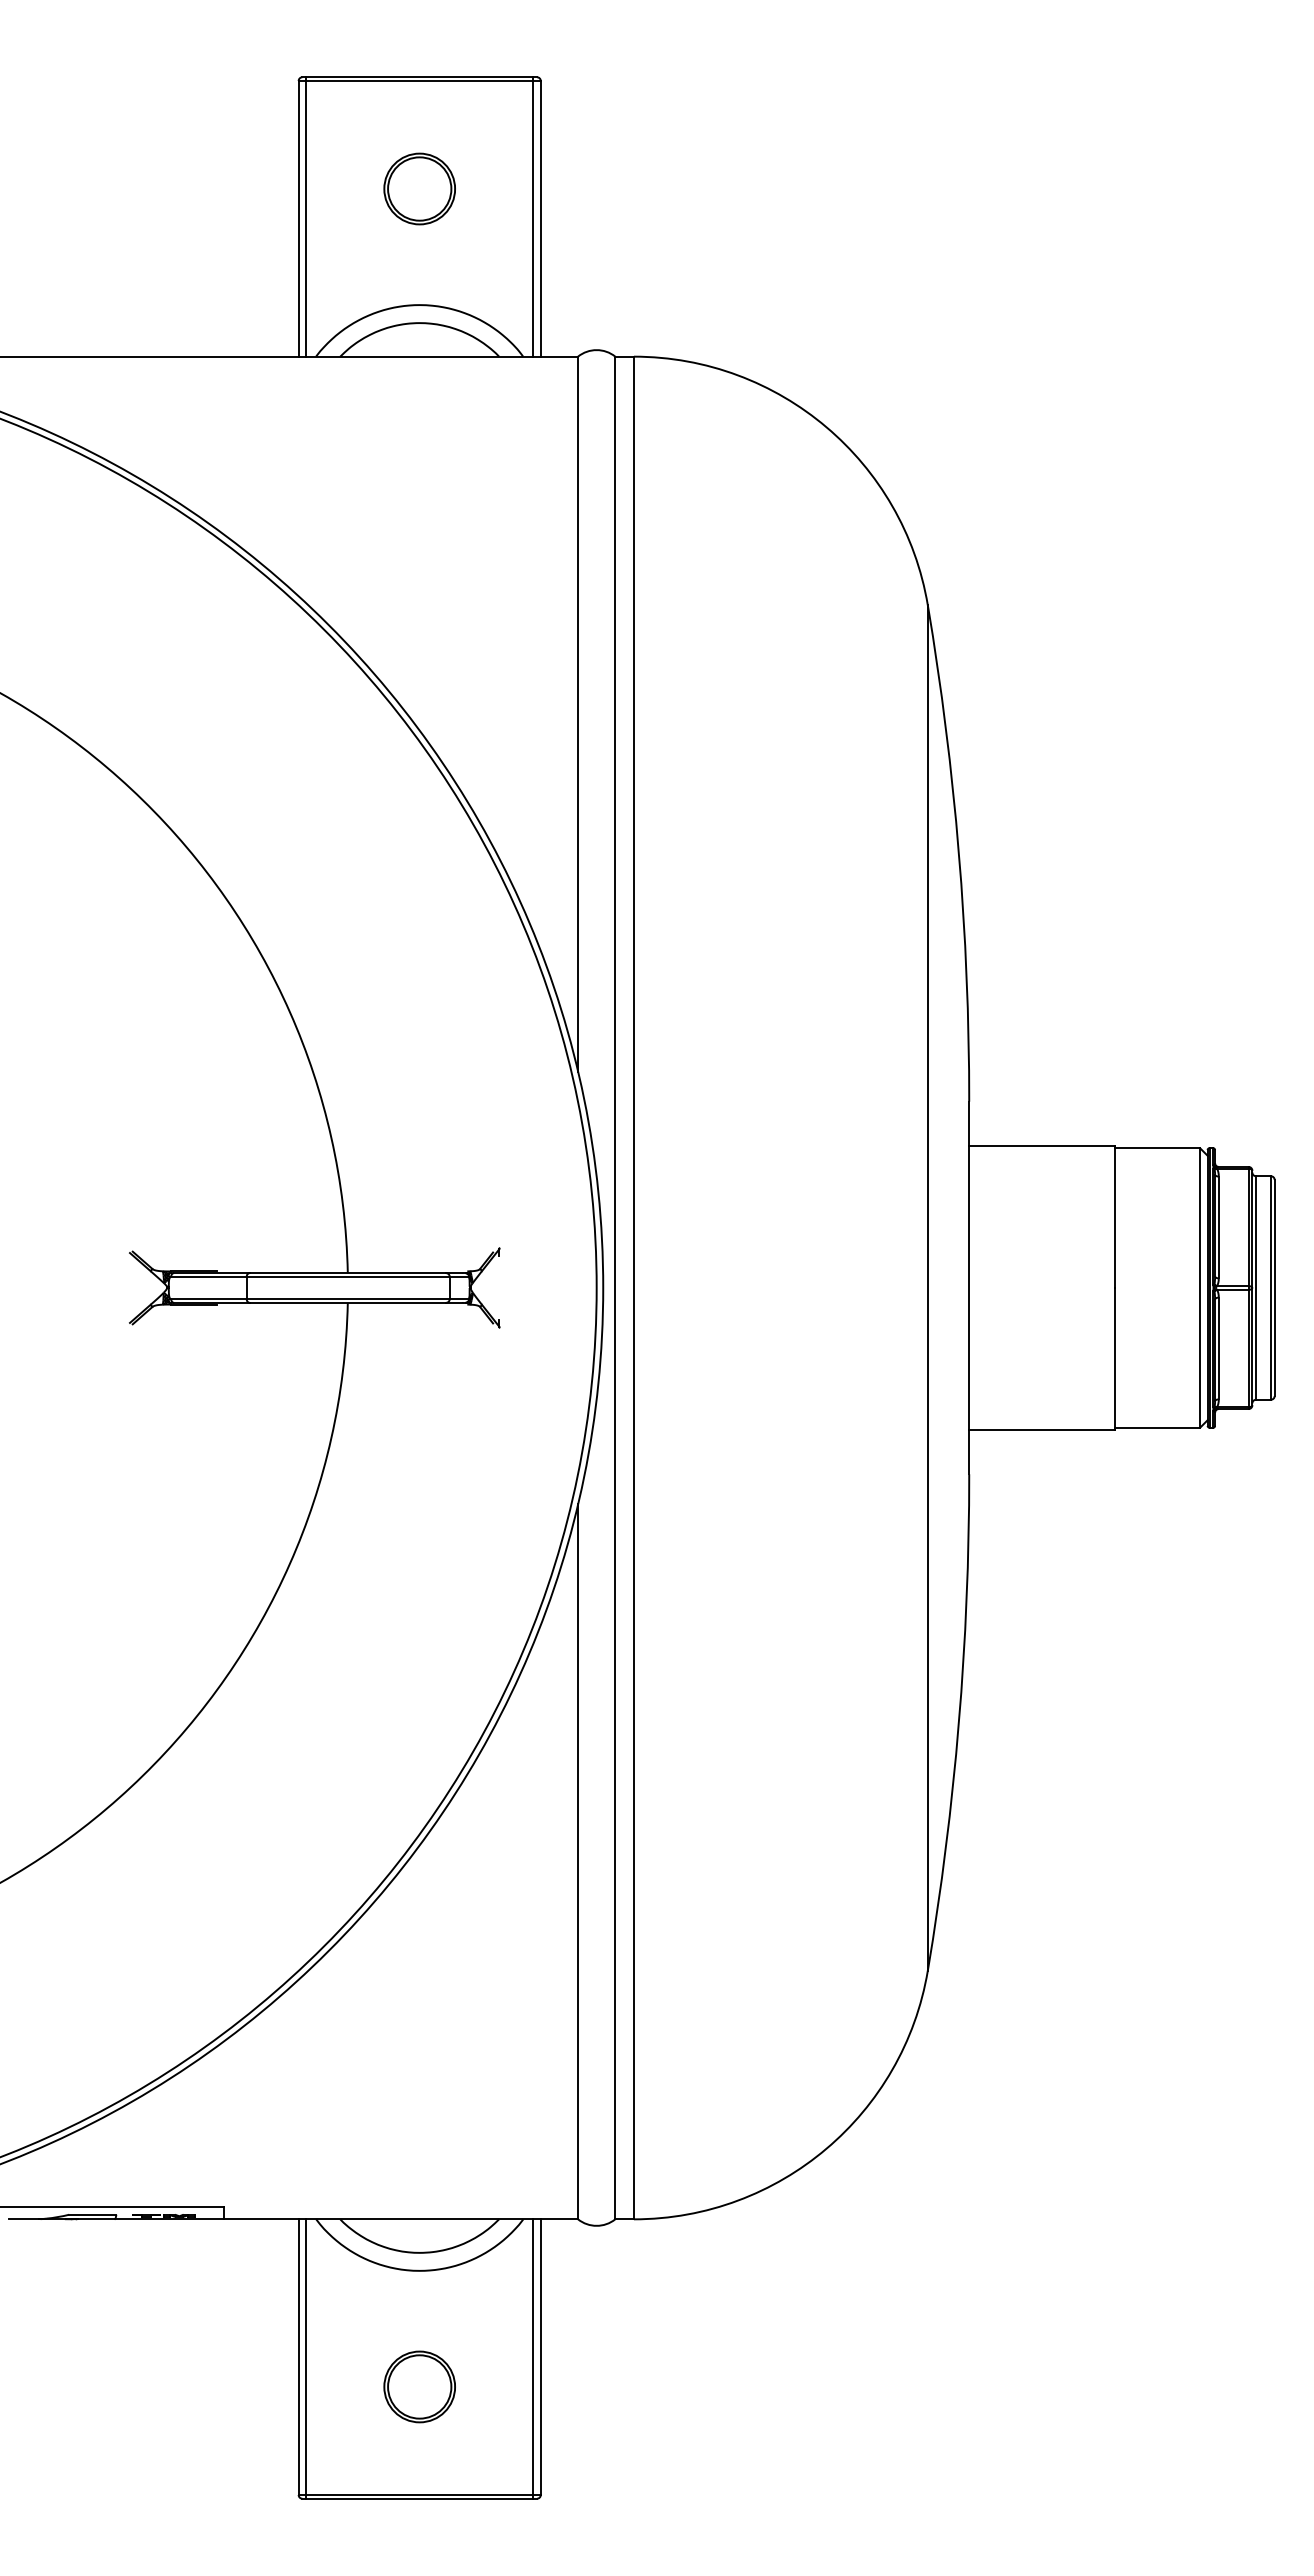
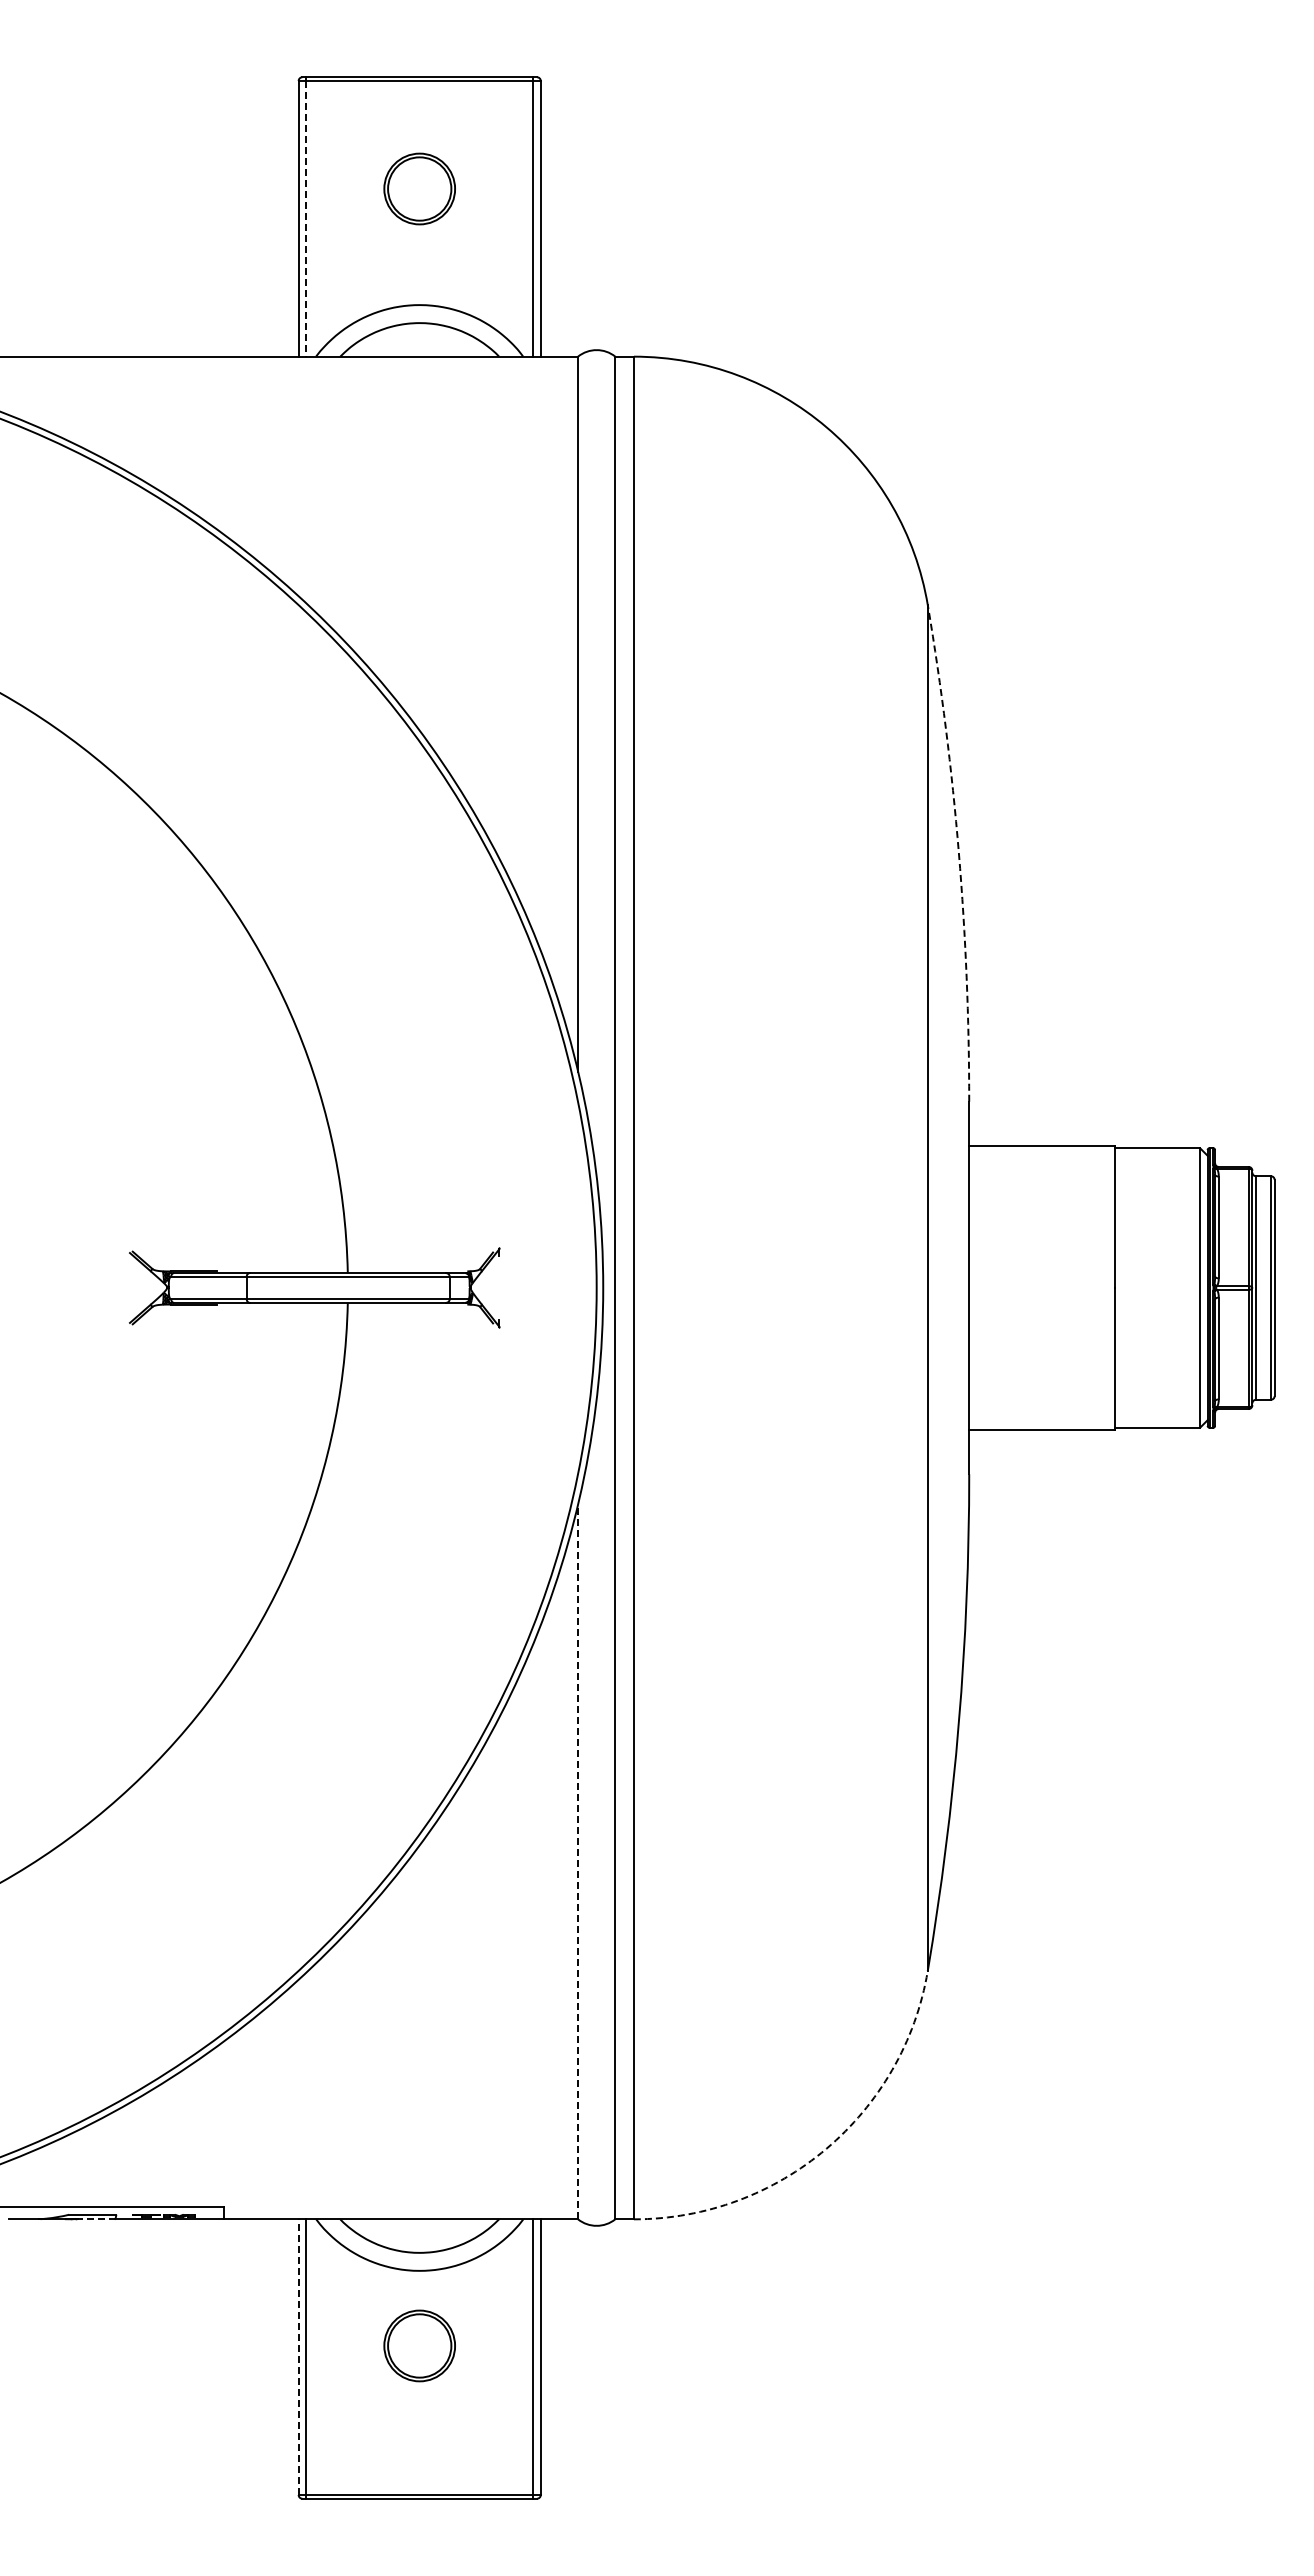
line at (306, 218): solid -> dashed
arc at (958, 852): solid -> dashed
line at (578, 1861): solid -> dashed
arc at (826, 2148): solid -> dashed
line at (95, 2219): solid -> dashed
line at (298, 2357): solid -> dashed
part at (419, 2386) position: (419, 2386) -> (419, 2345)
